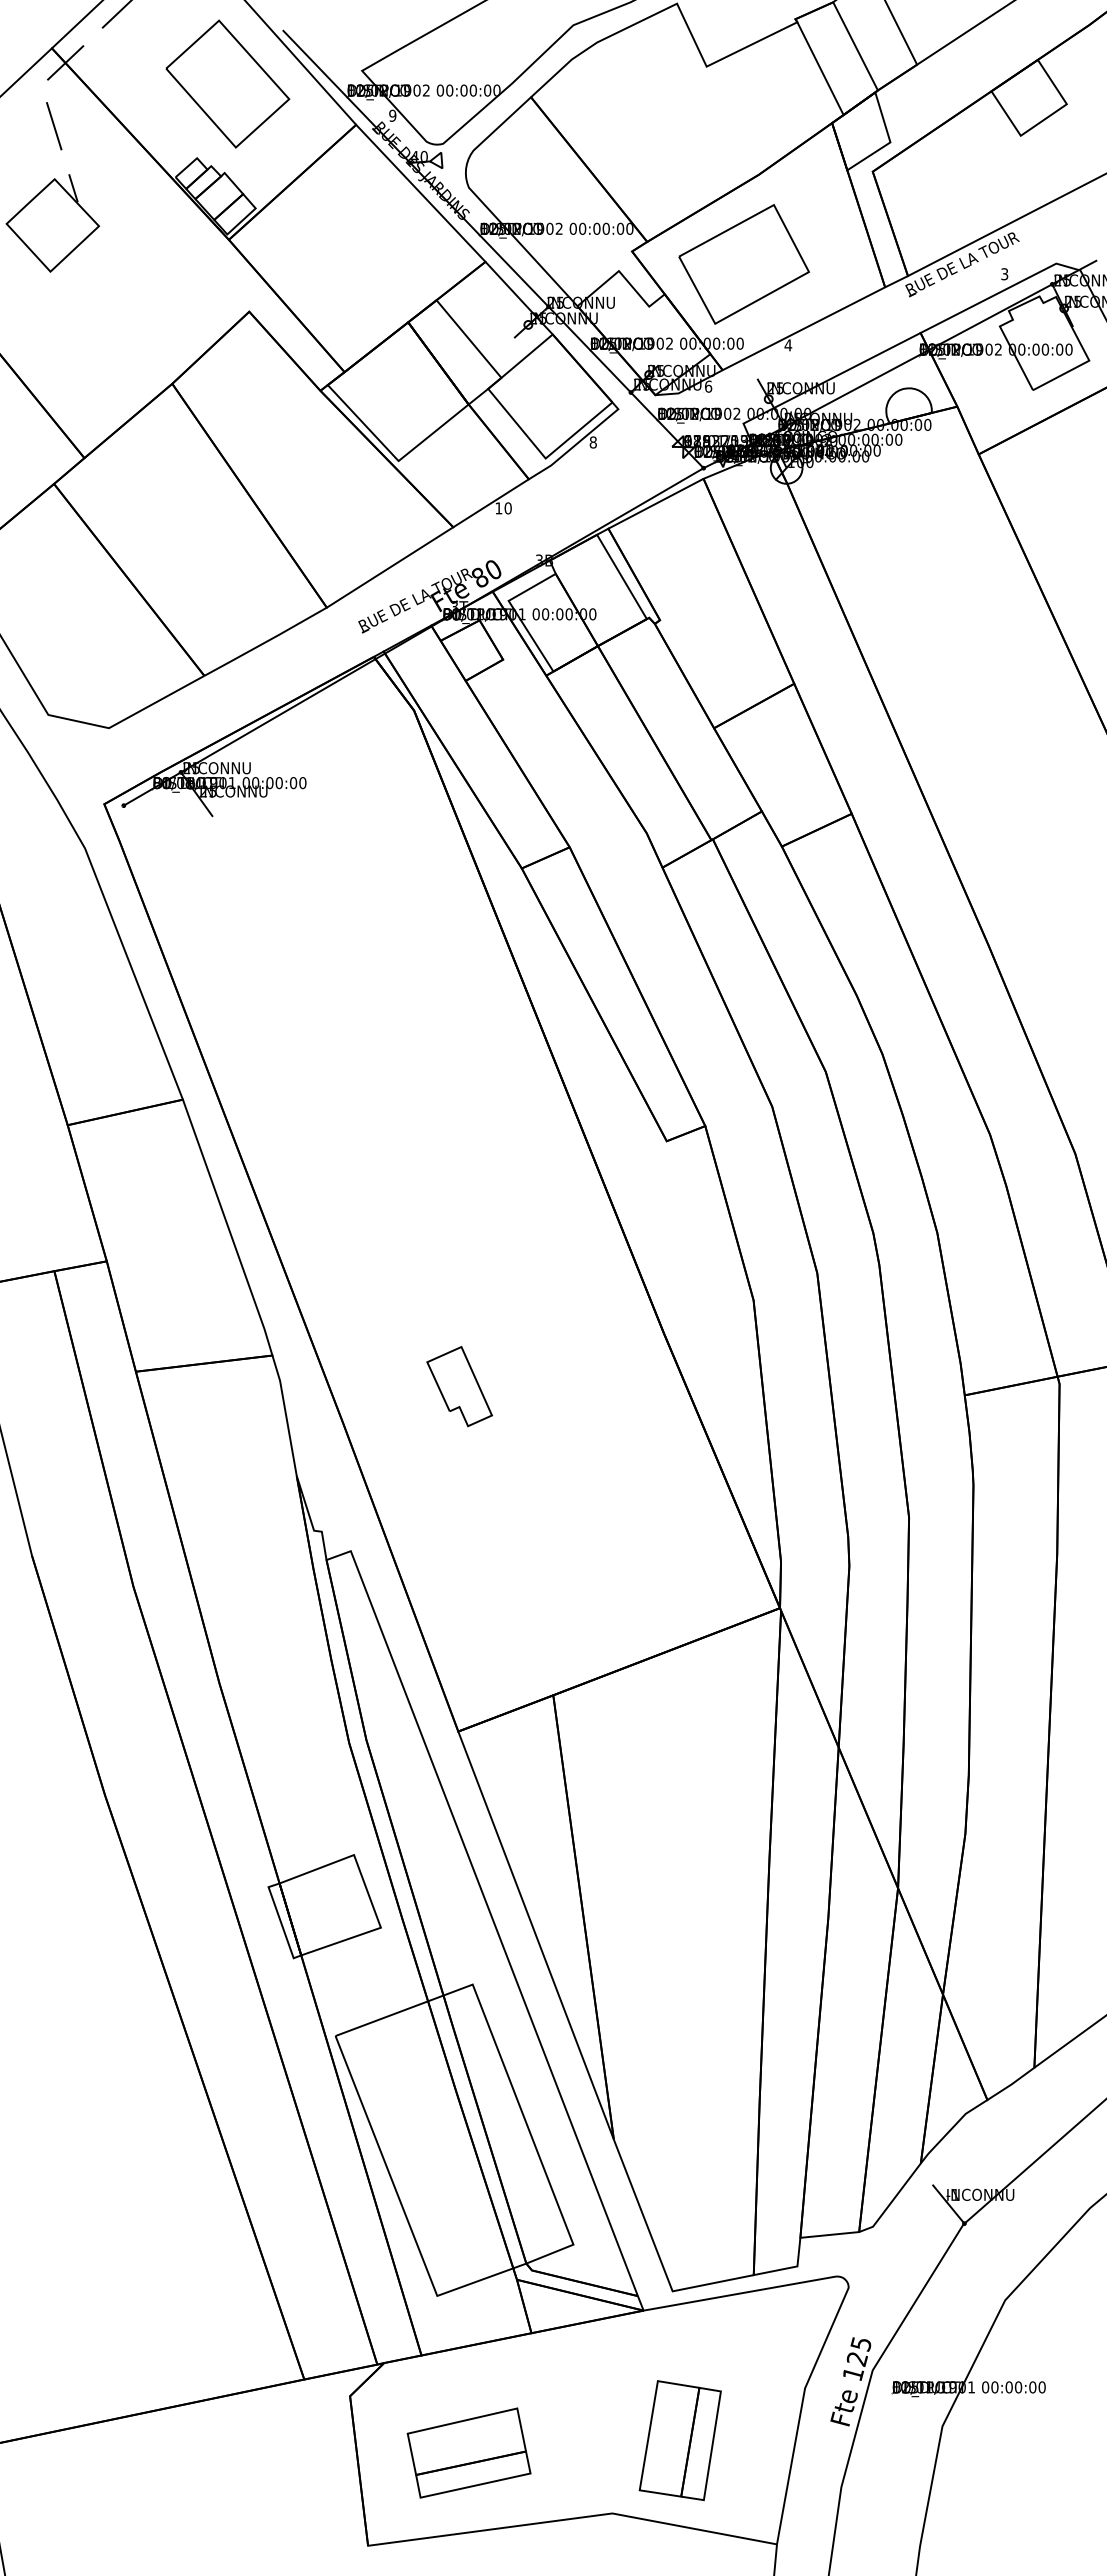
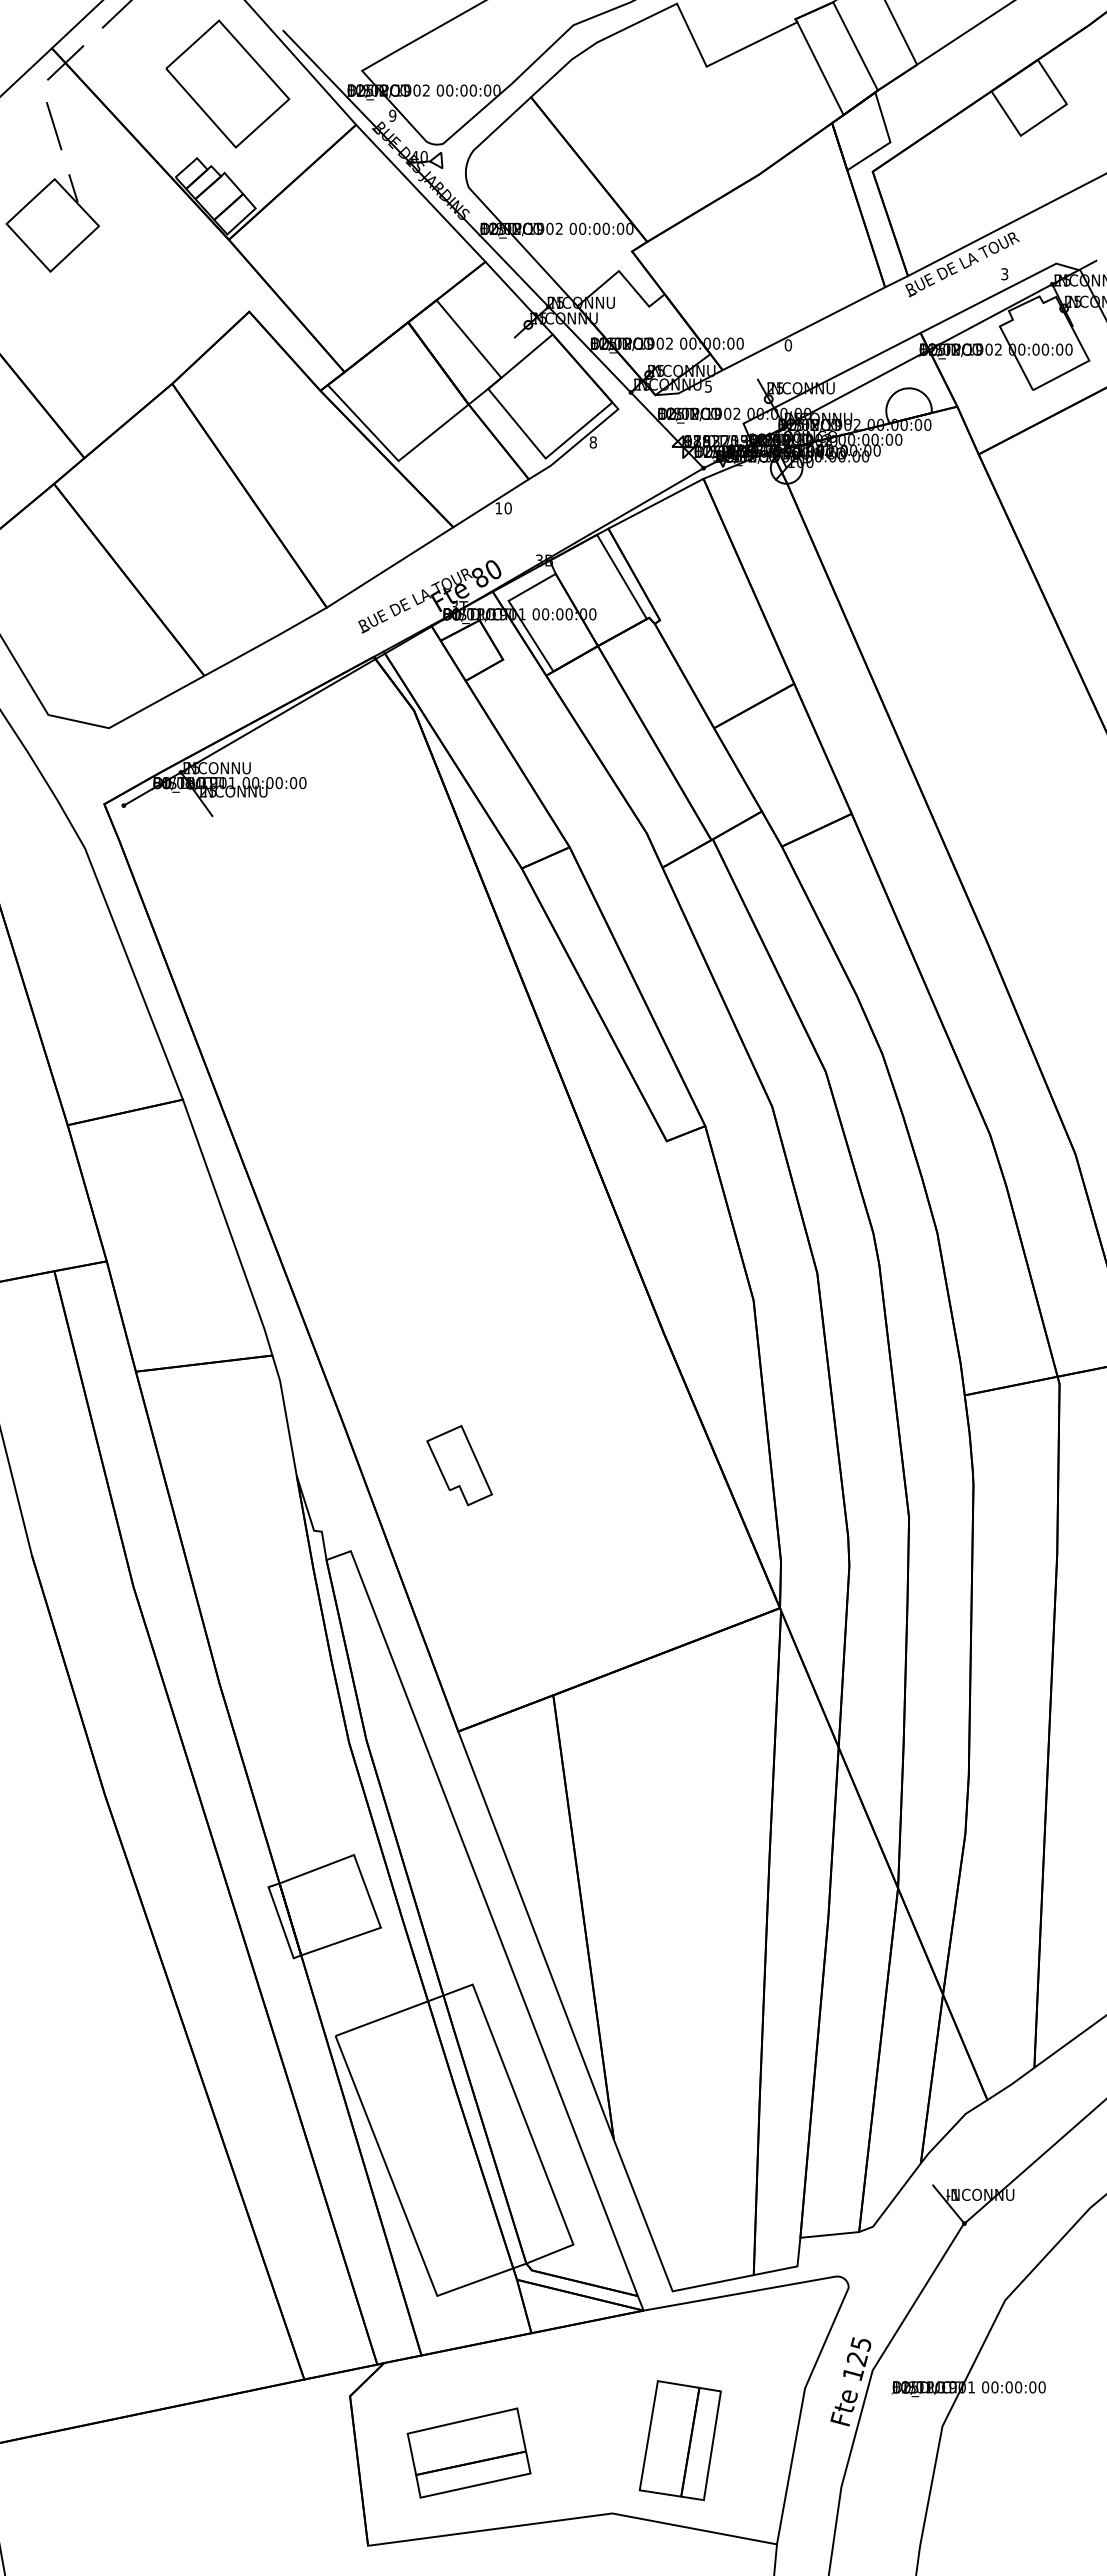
part at (743, 264): present -> none
text at (788, 345): 4 -> 0
text at (708, 386): 6 -> 5
part at (459, 1386) position: (459, 1386) -> (459, 1465)
